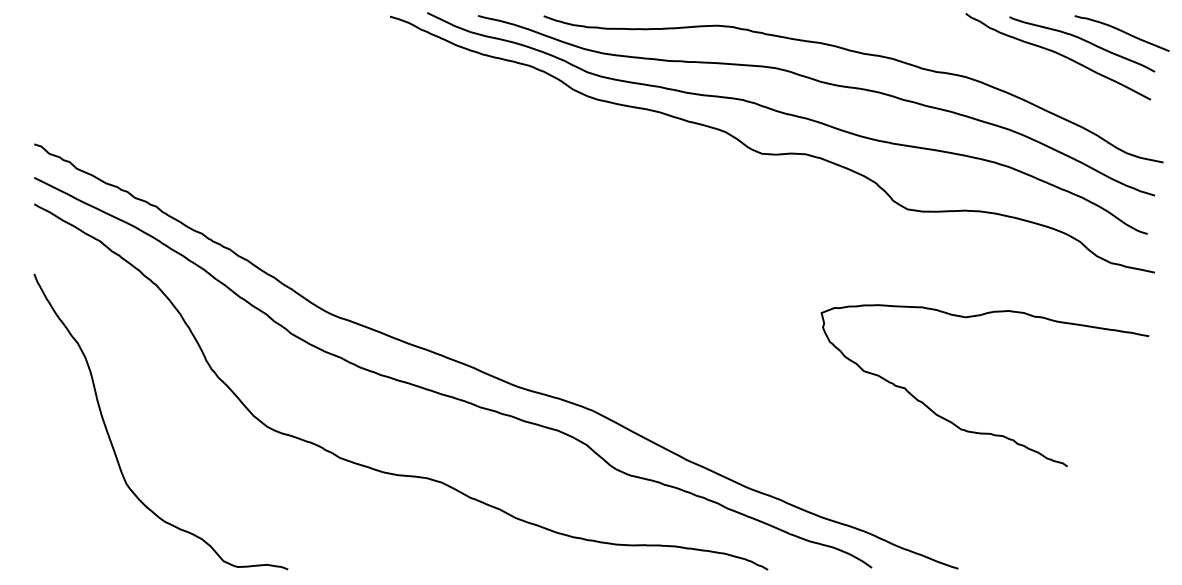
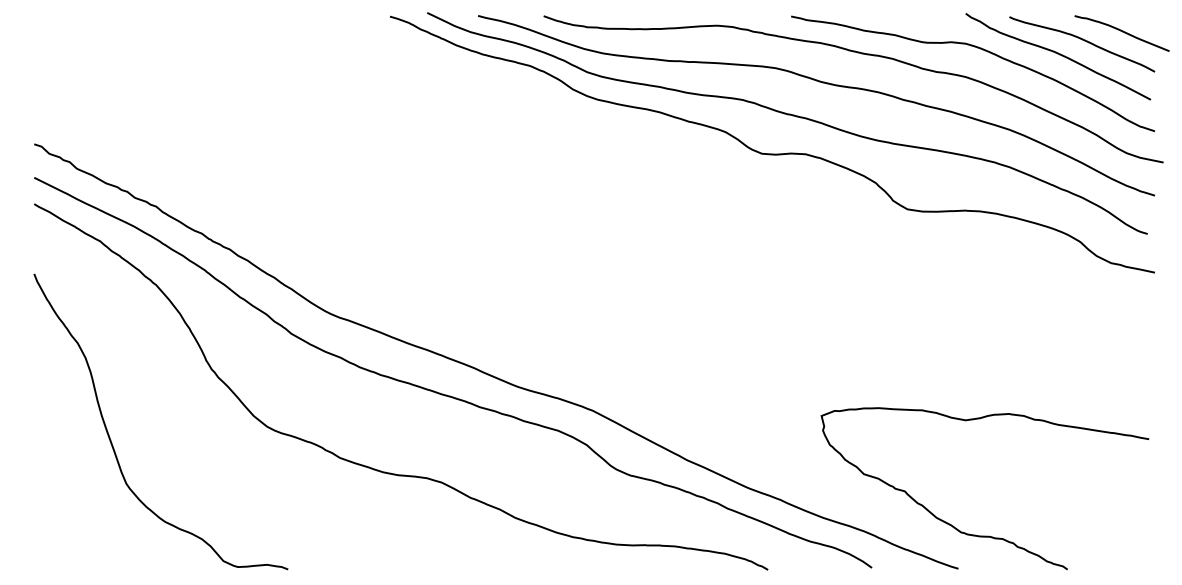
curve at (982, 50): none -> present
curve at (975, 431) position: (975, 431) -> (975, 534)
